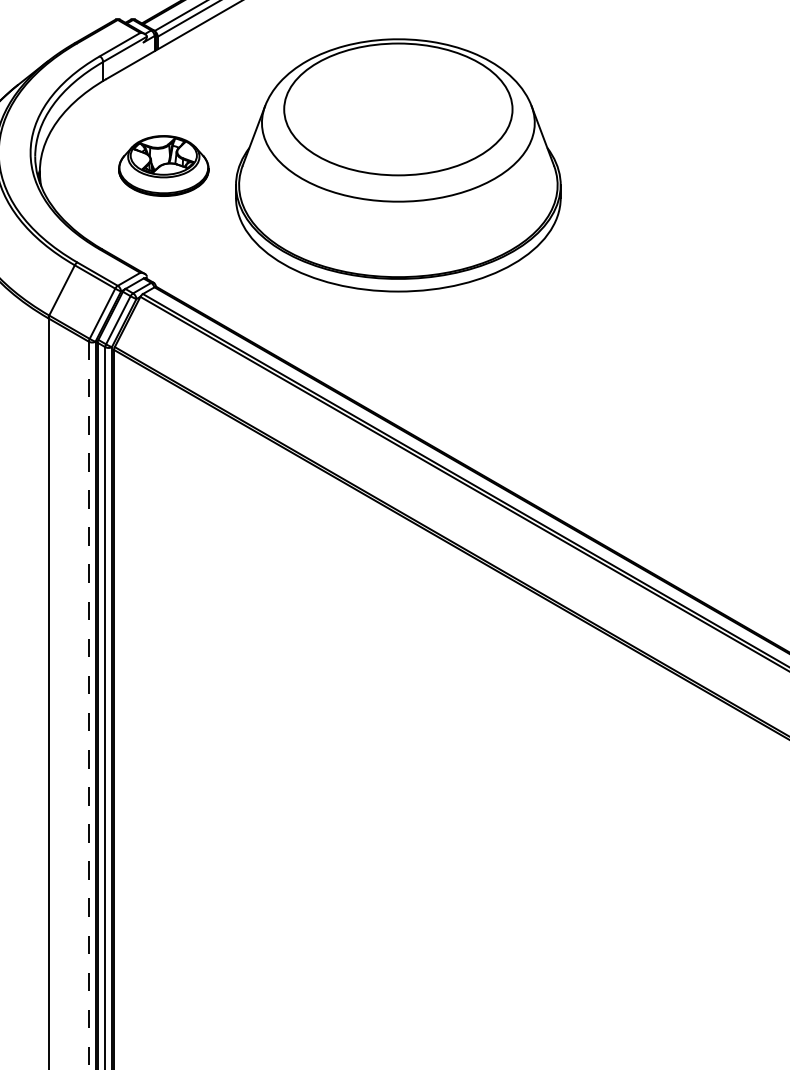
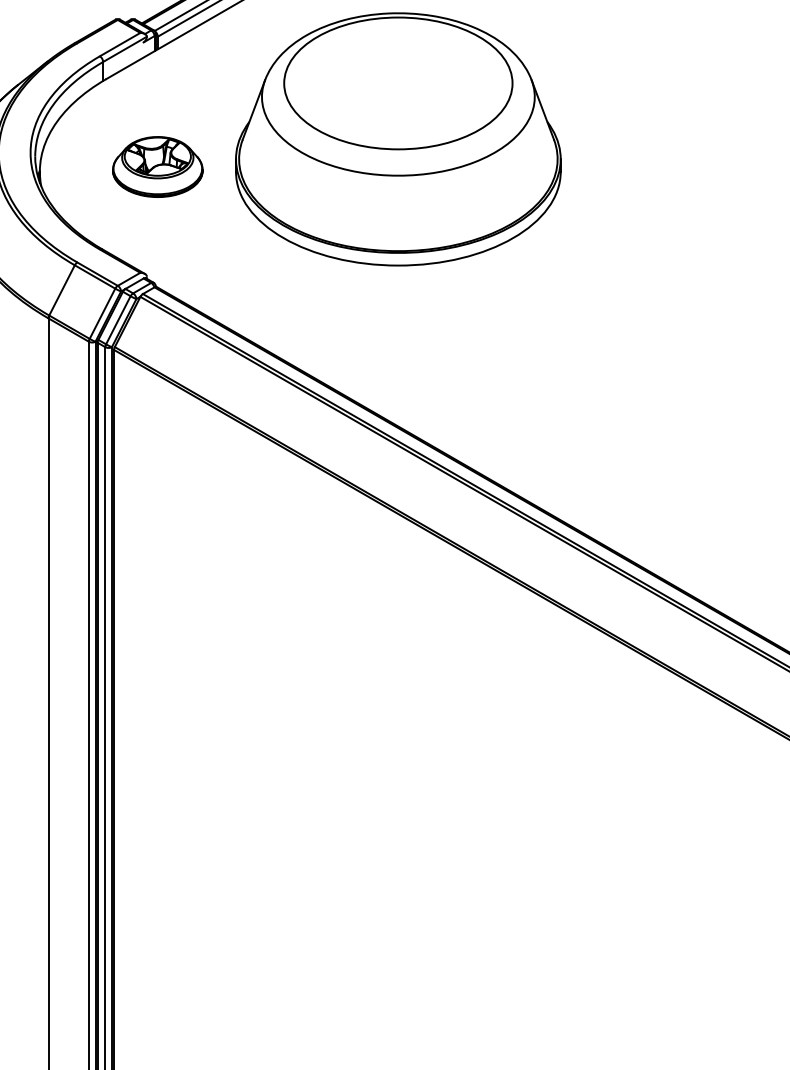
part at (163, 165) position: (163, 165) -> (157, 166)
part at (398, 165) position: (398, 165) -> (398, 139)
line at (88, 705): dashed -> solid
